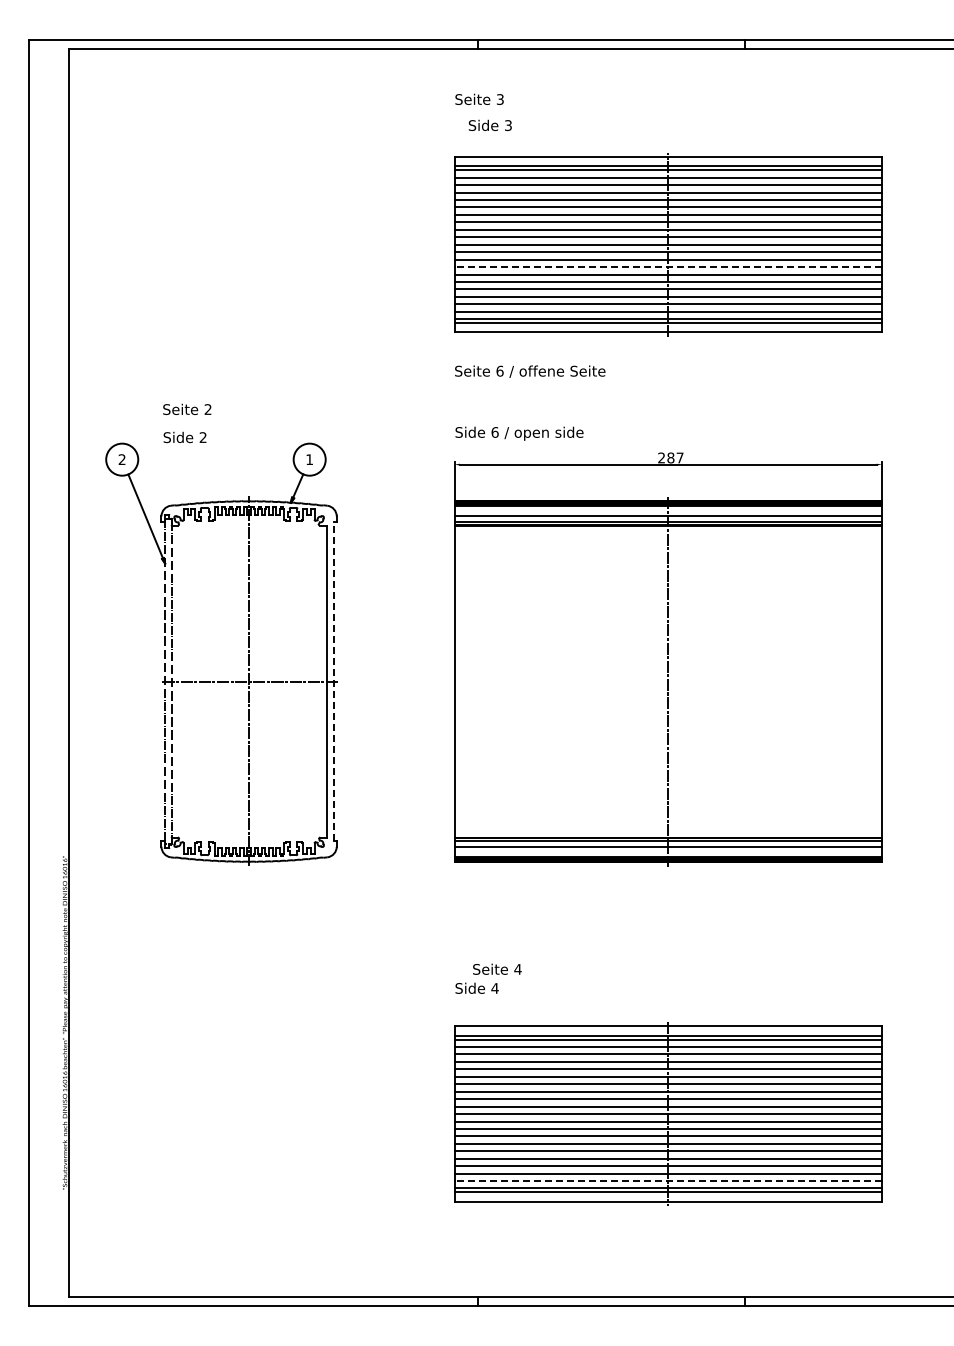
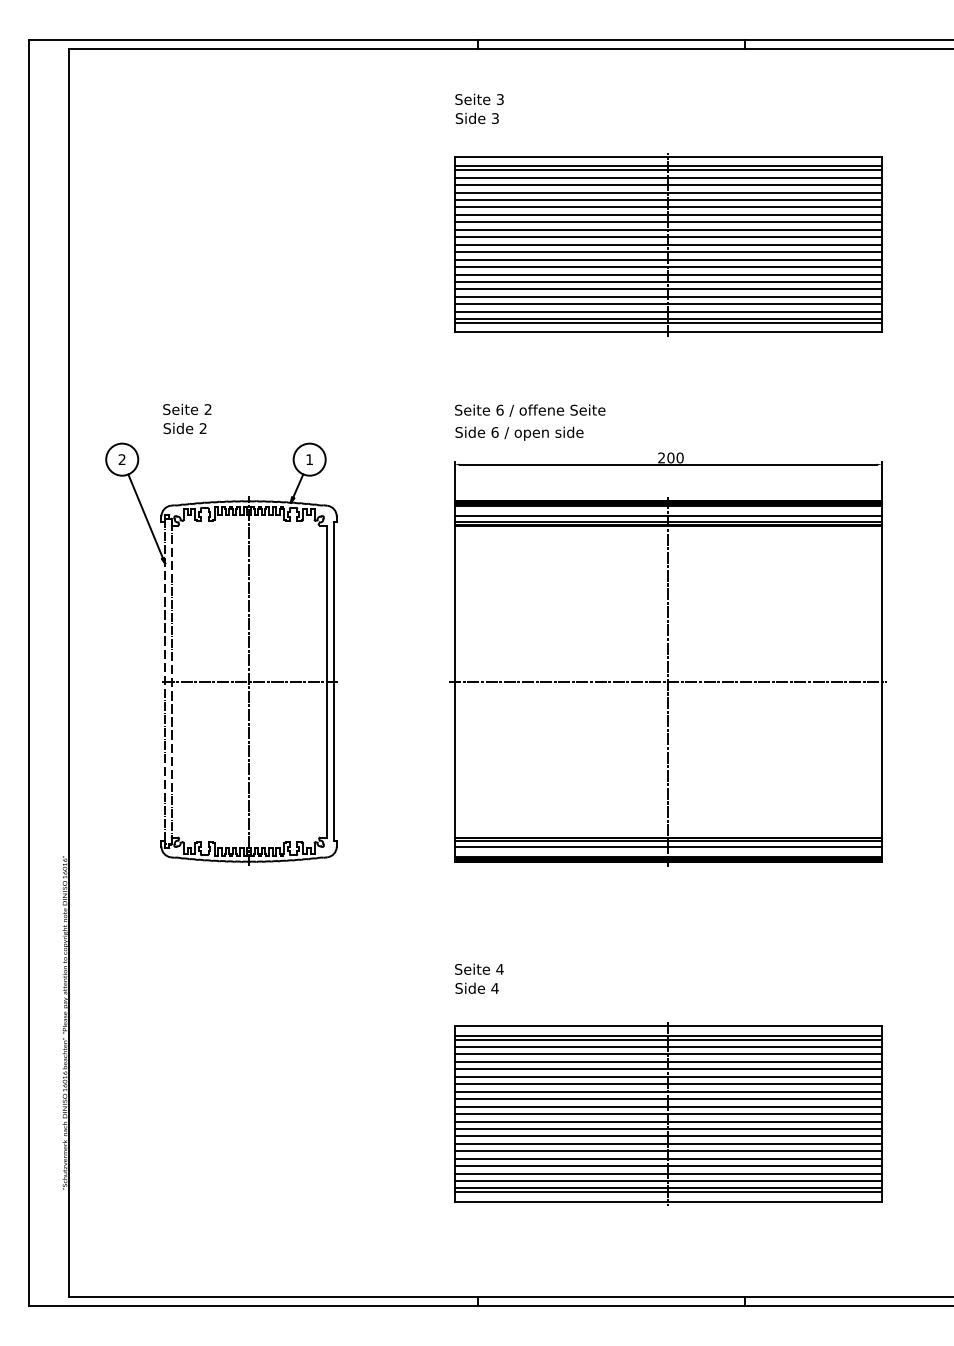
text at (489, 124) position: (489, 124) -> (476, 117)
line at (668, 267): dashed -> solid
text at (530, 371) position: (530, 371) -> (530, 410)
text at (184, 437) position: (184, 437) -> (184, 428)
text at (675, 457): 287 -> 200
line at (333, 681): dashed -> solid
line at (668, 681): none -> present
text at (497, 968) position: (497, 968) -> (479, 968)
line at (668, 1181): dashed -> solid
